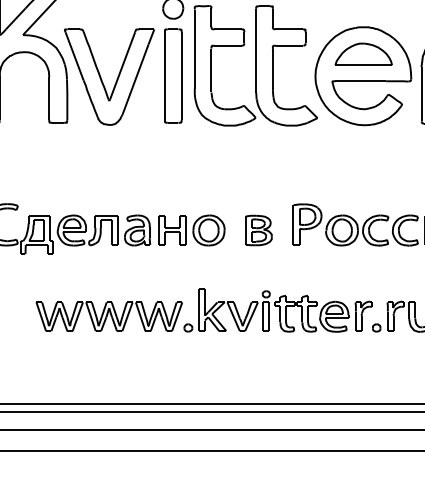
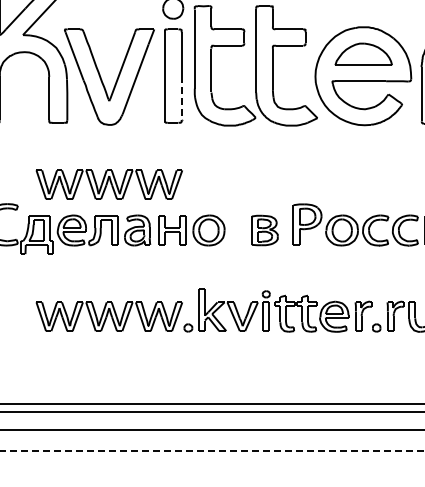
line at (181, 98): solid -> dashed
part at (108, 184): none -> present
part at (258, 230) position: (258, 230) -> (264, 230)
line at (212, 451): solid -> dashed
